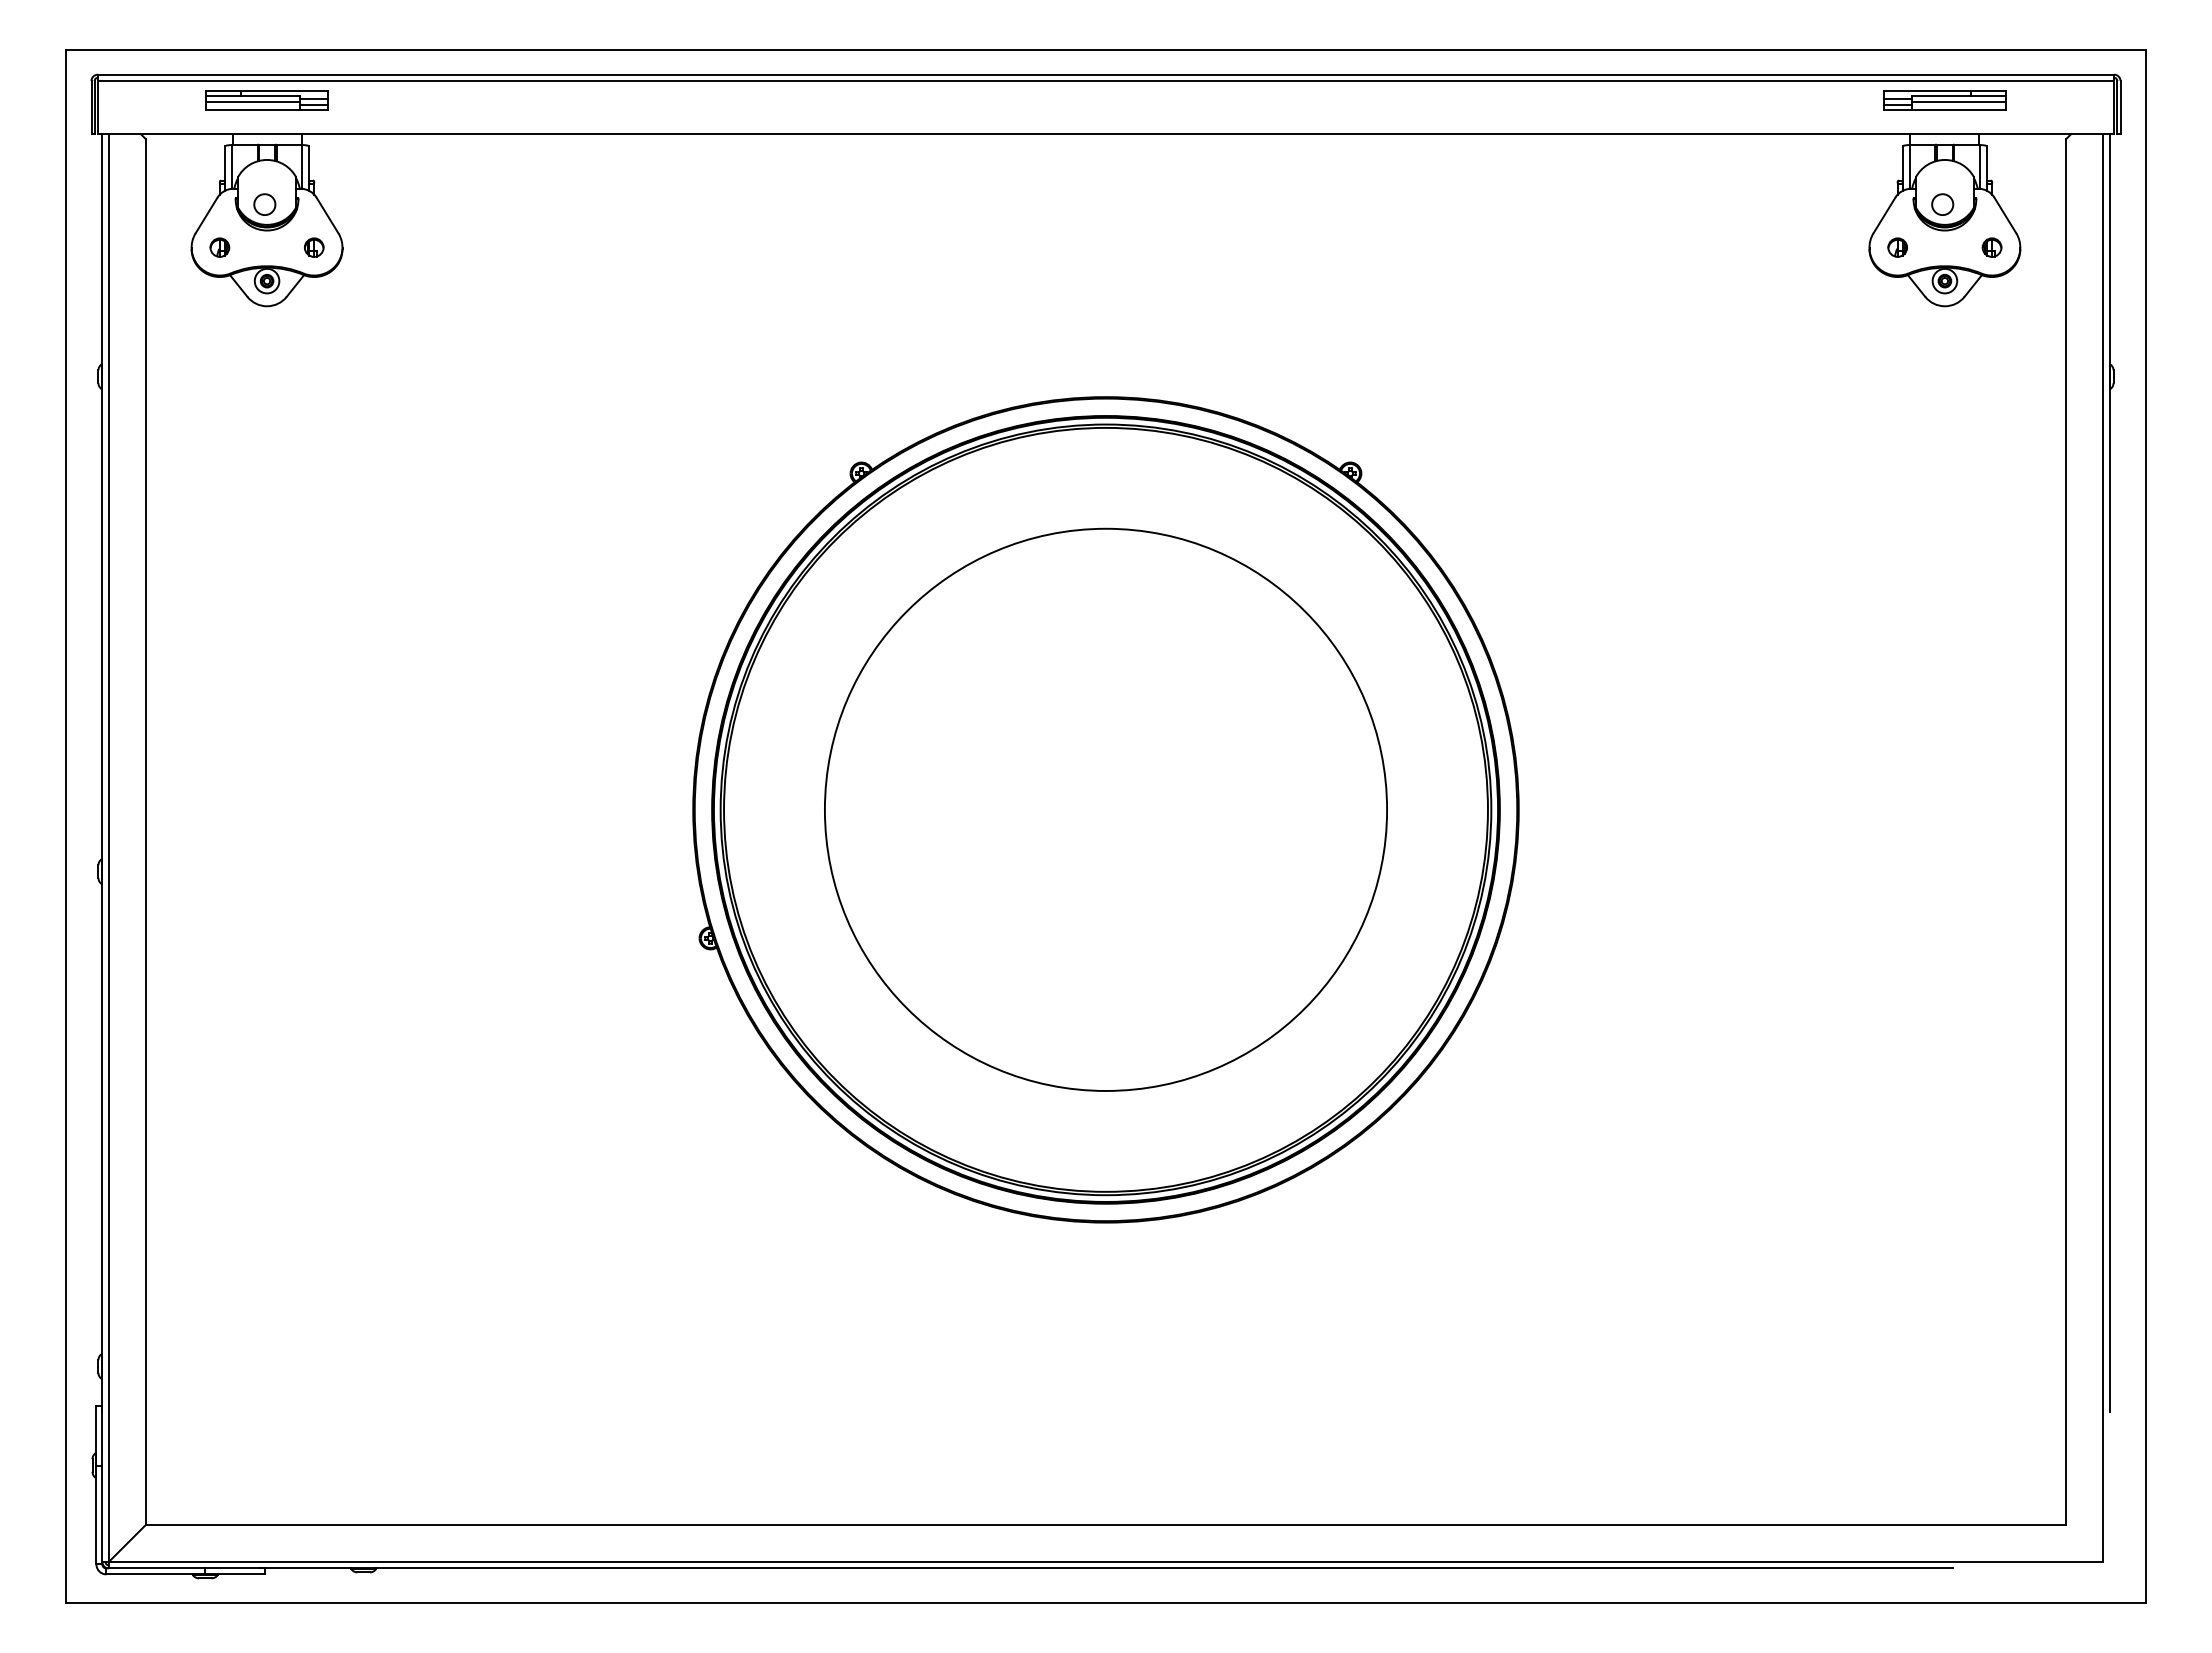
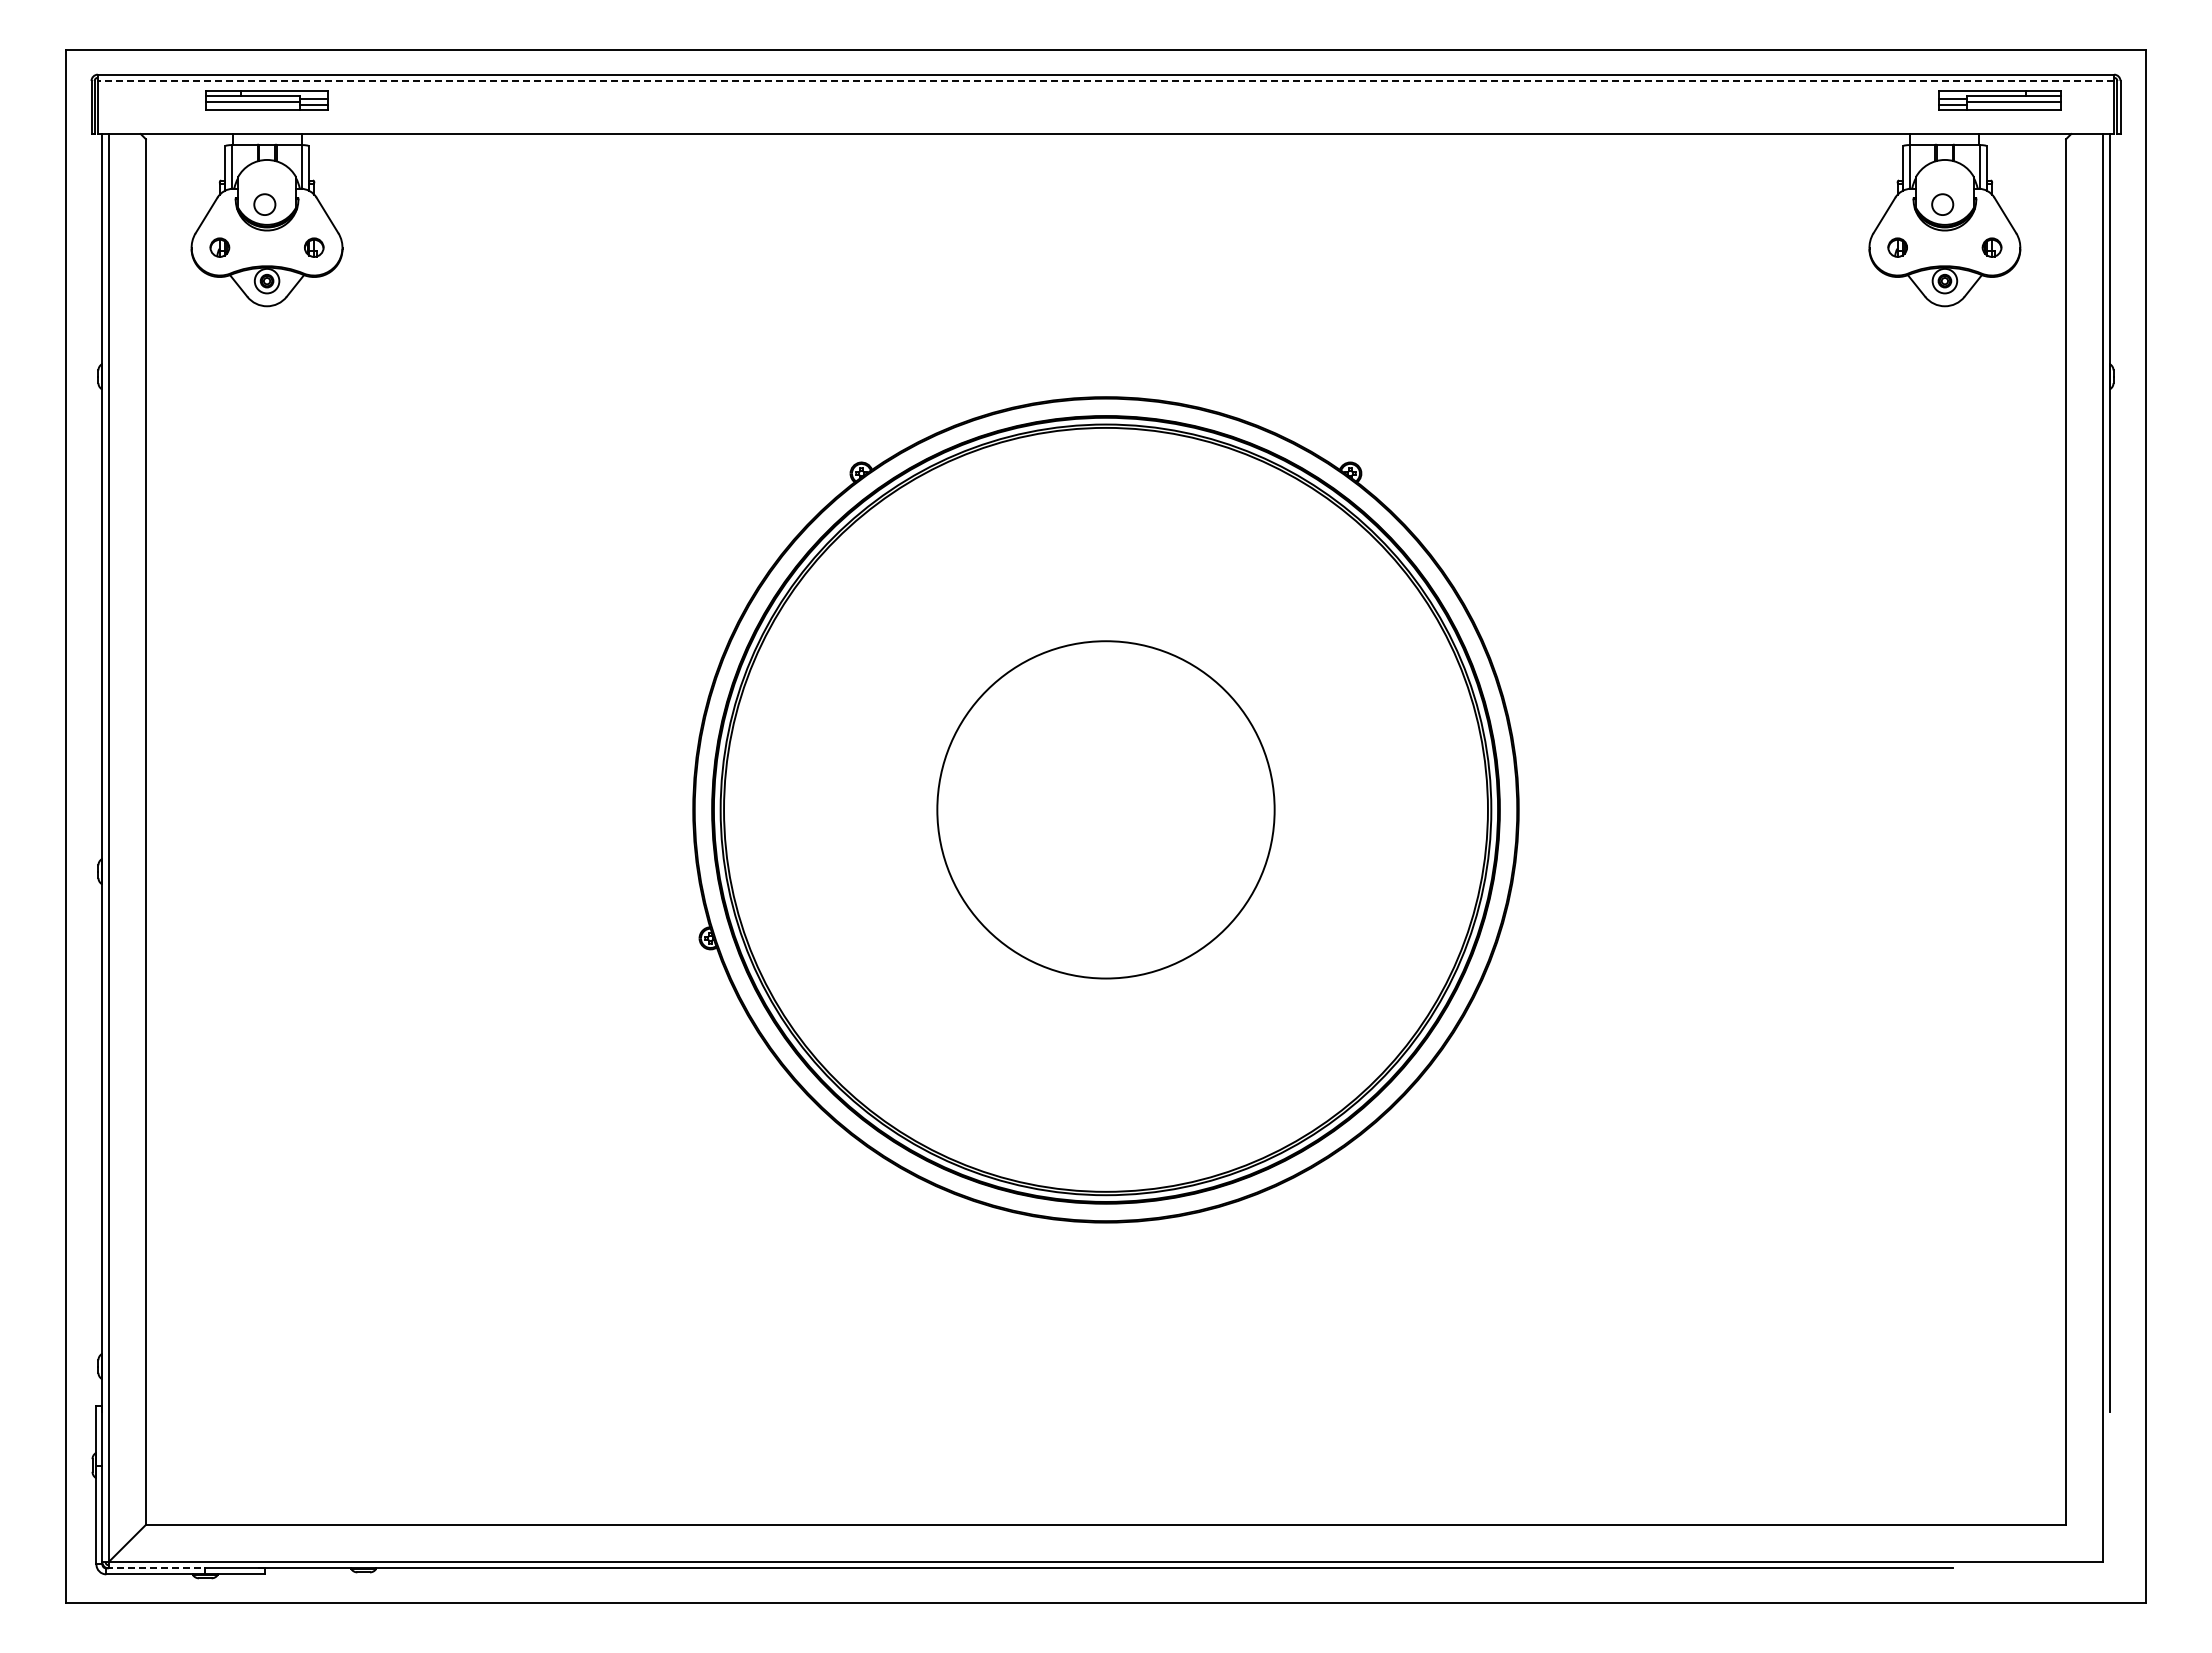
line at (1105, 81): solid -> dashed
part at (1944, 100) position: (1944, 100) -> (1999, 100)
circle at (1105, 809) diameter: 562 px -> 337 px
line at (156, 1568): solid -> dashed
